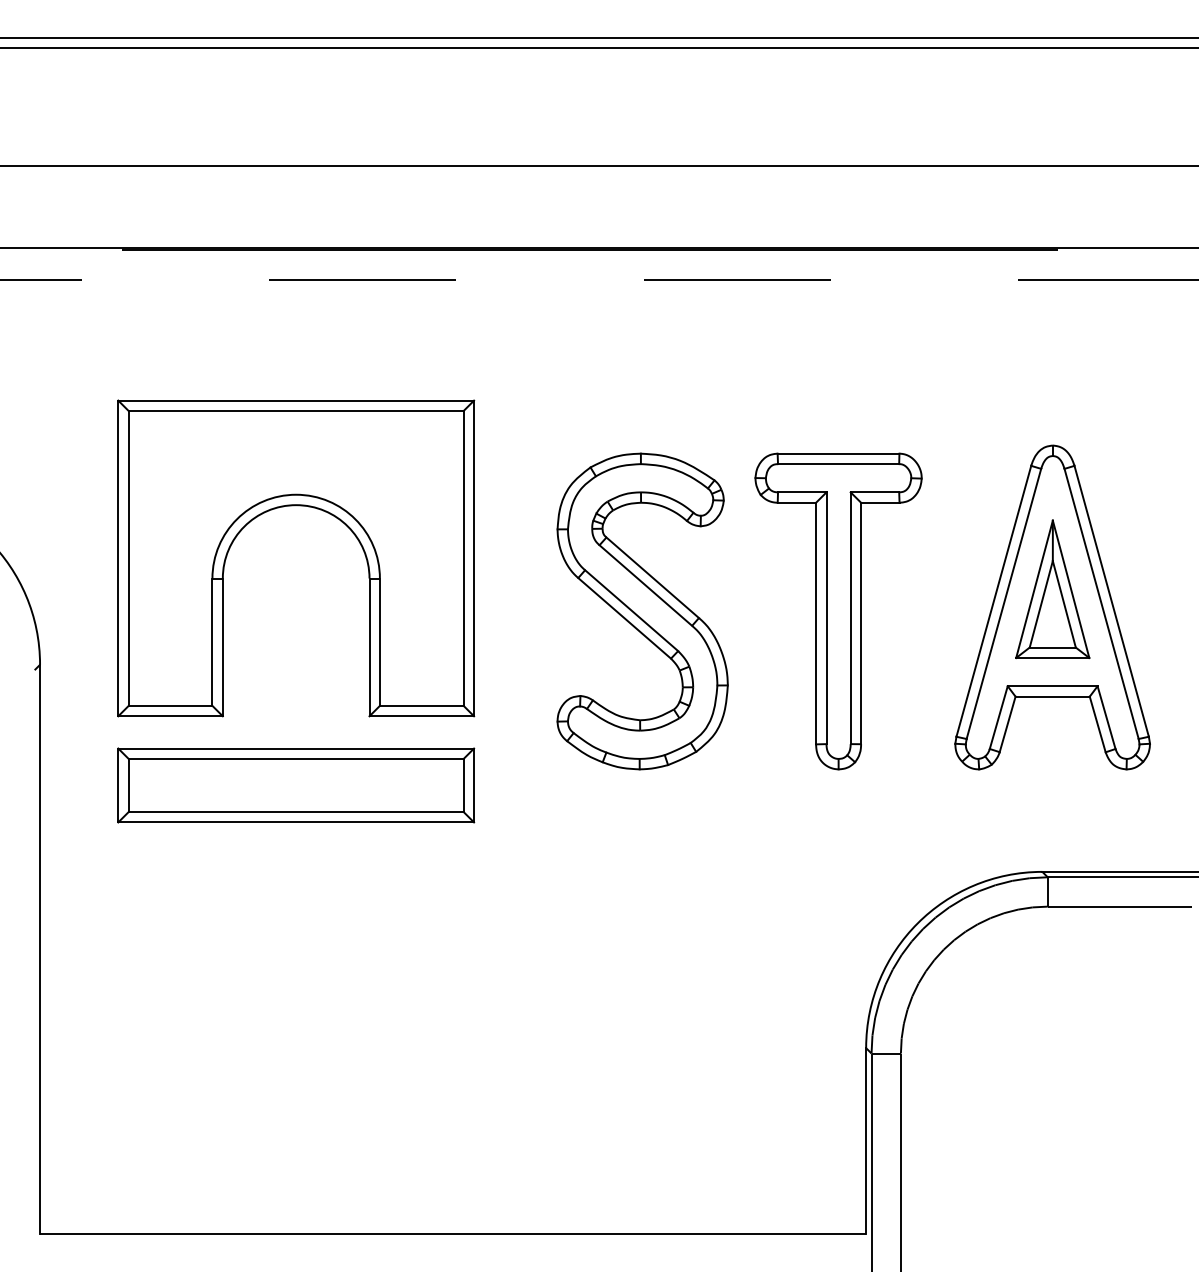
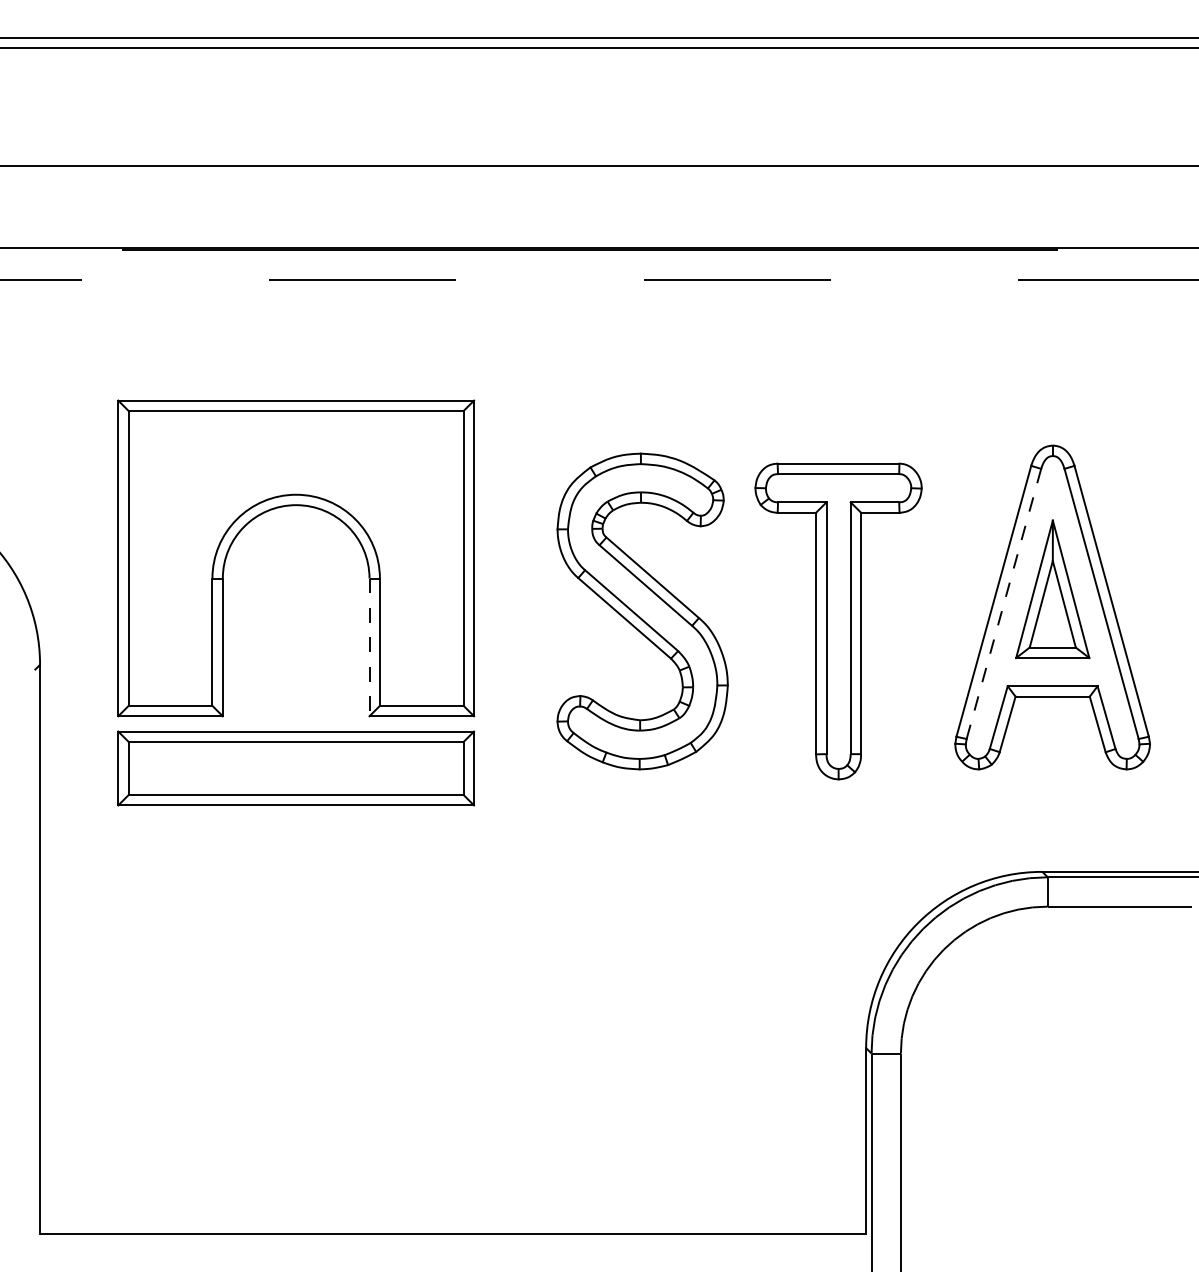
line at (1004, 603): solid -> dashed
part at (838, 611) position: (838, 611) -> (838, 621)
line at (369, 647): solid -> dashed
part at (296, 785) position: (296, 785) -> (296, 768)
